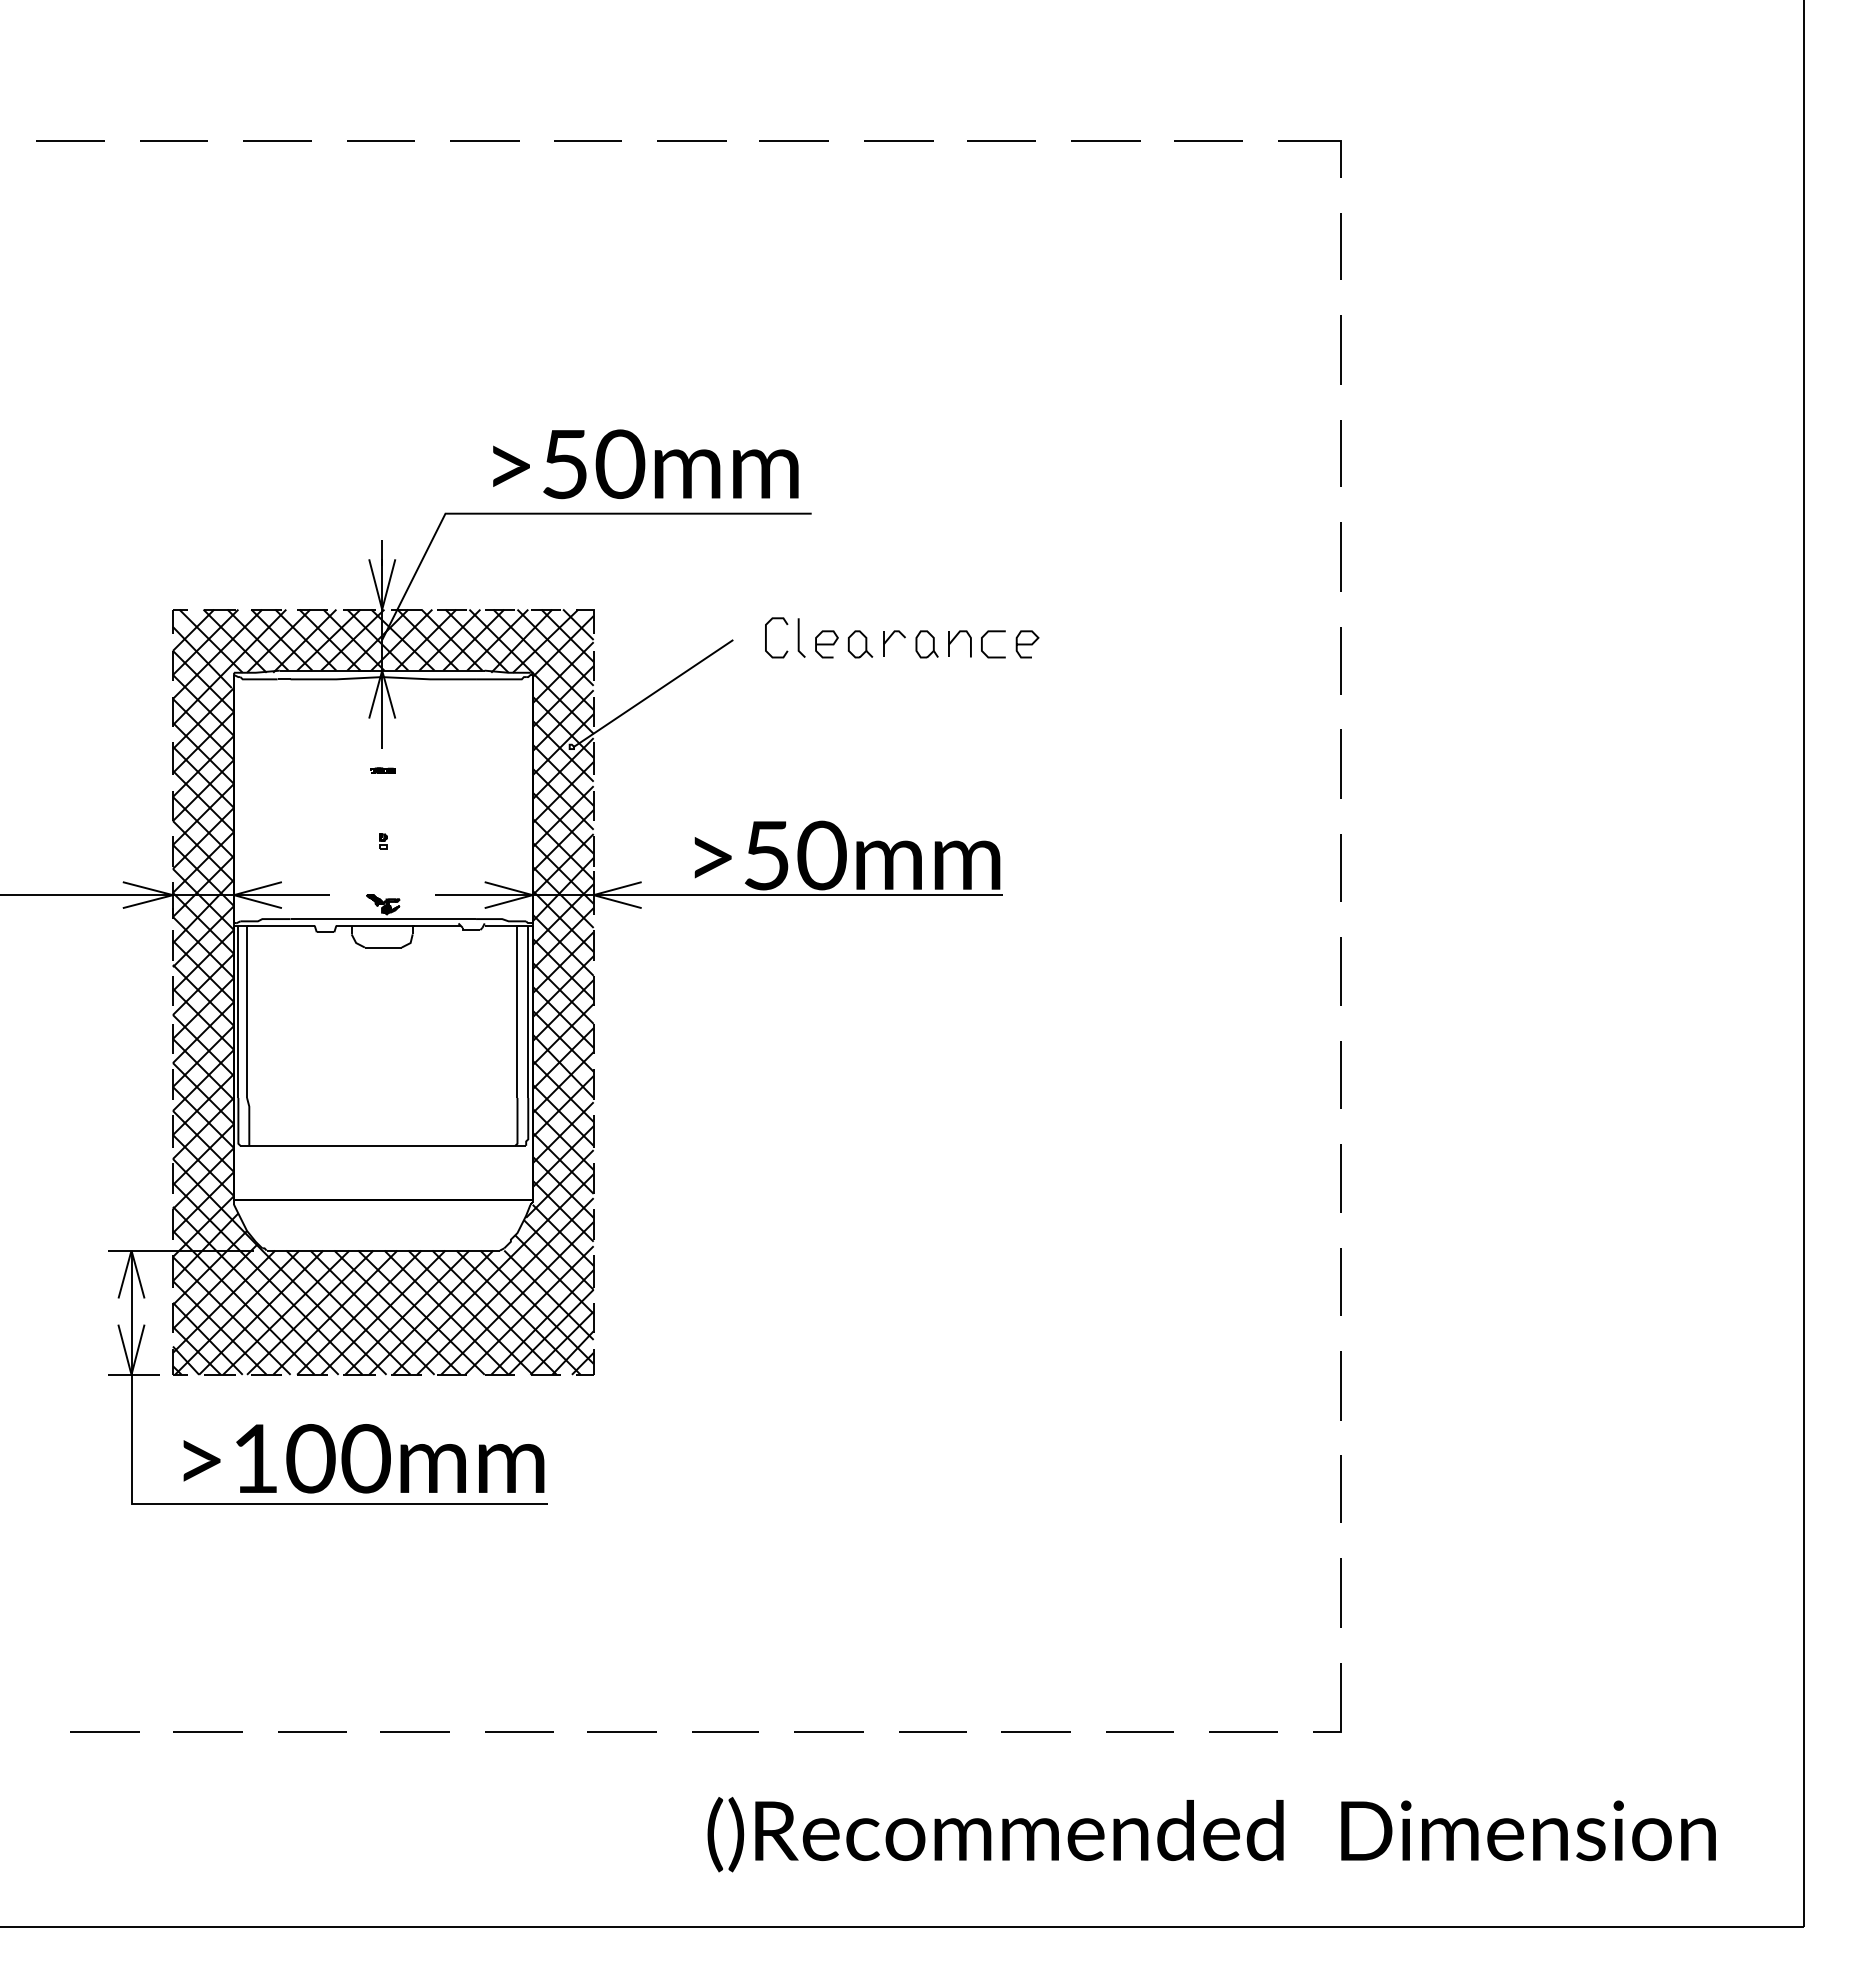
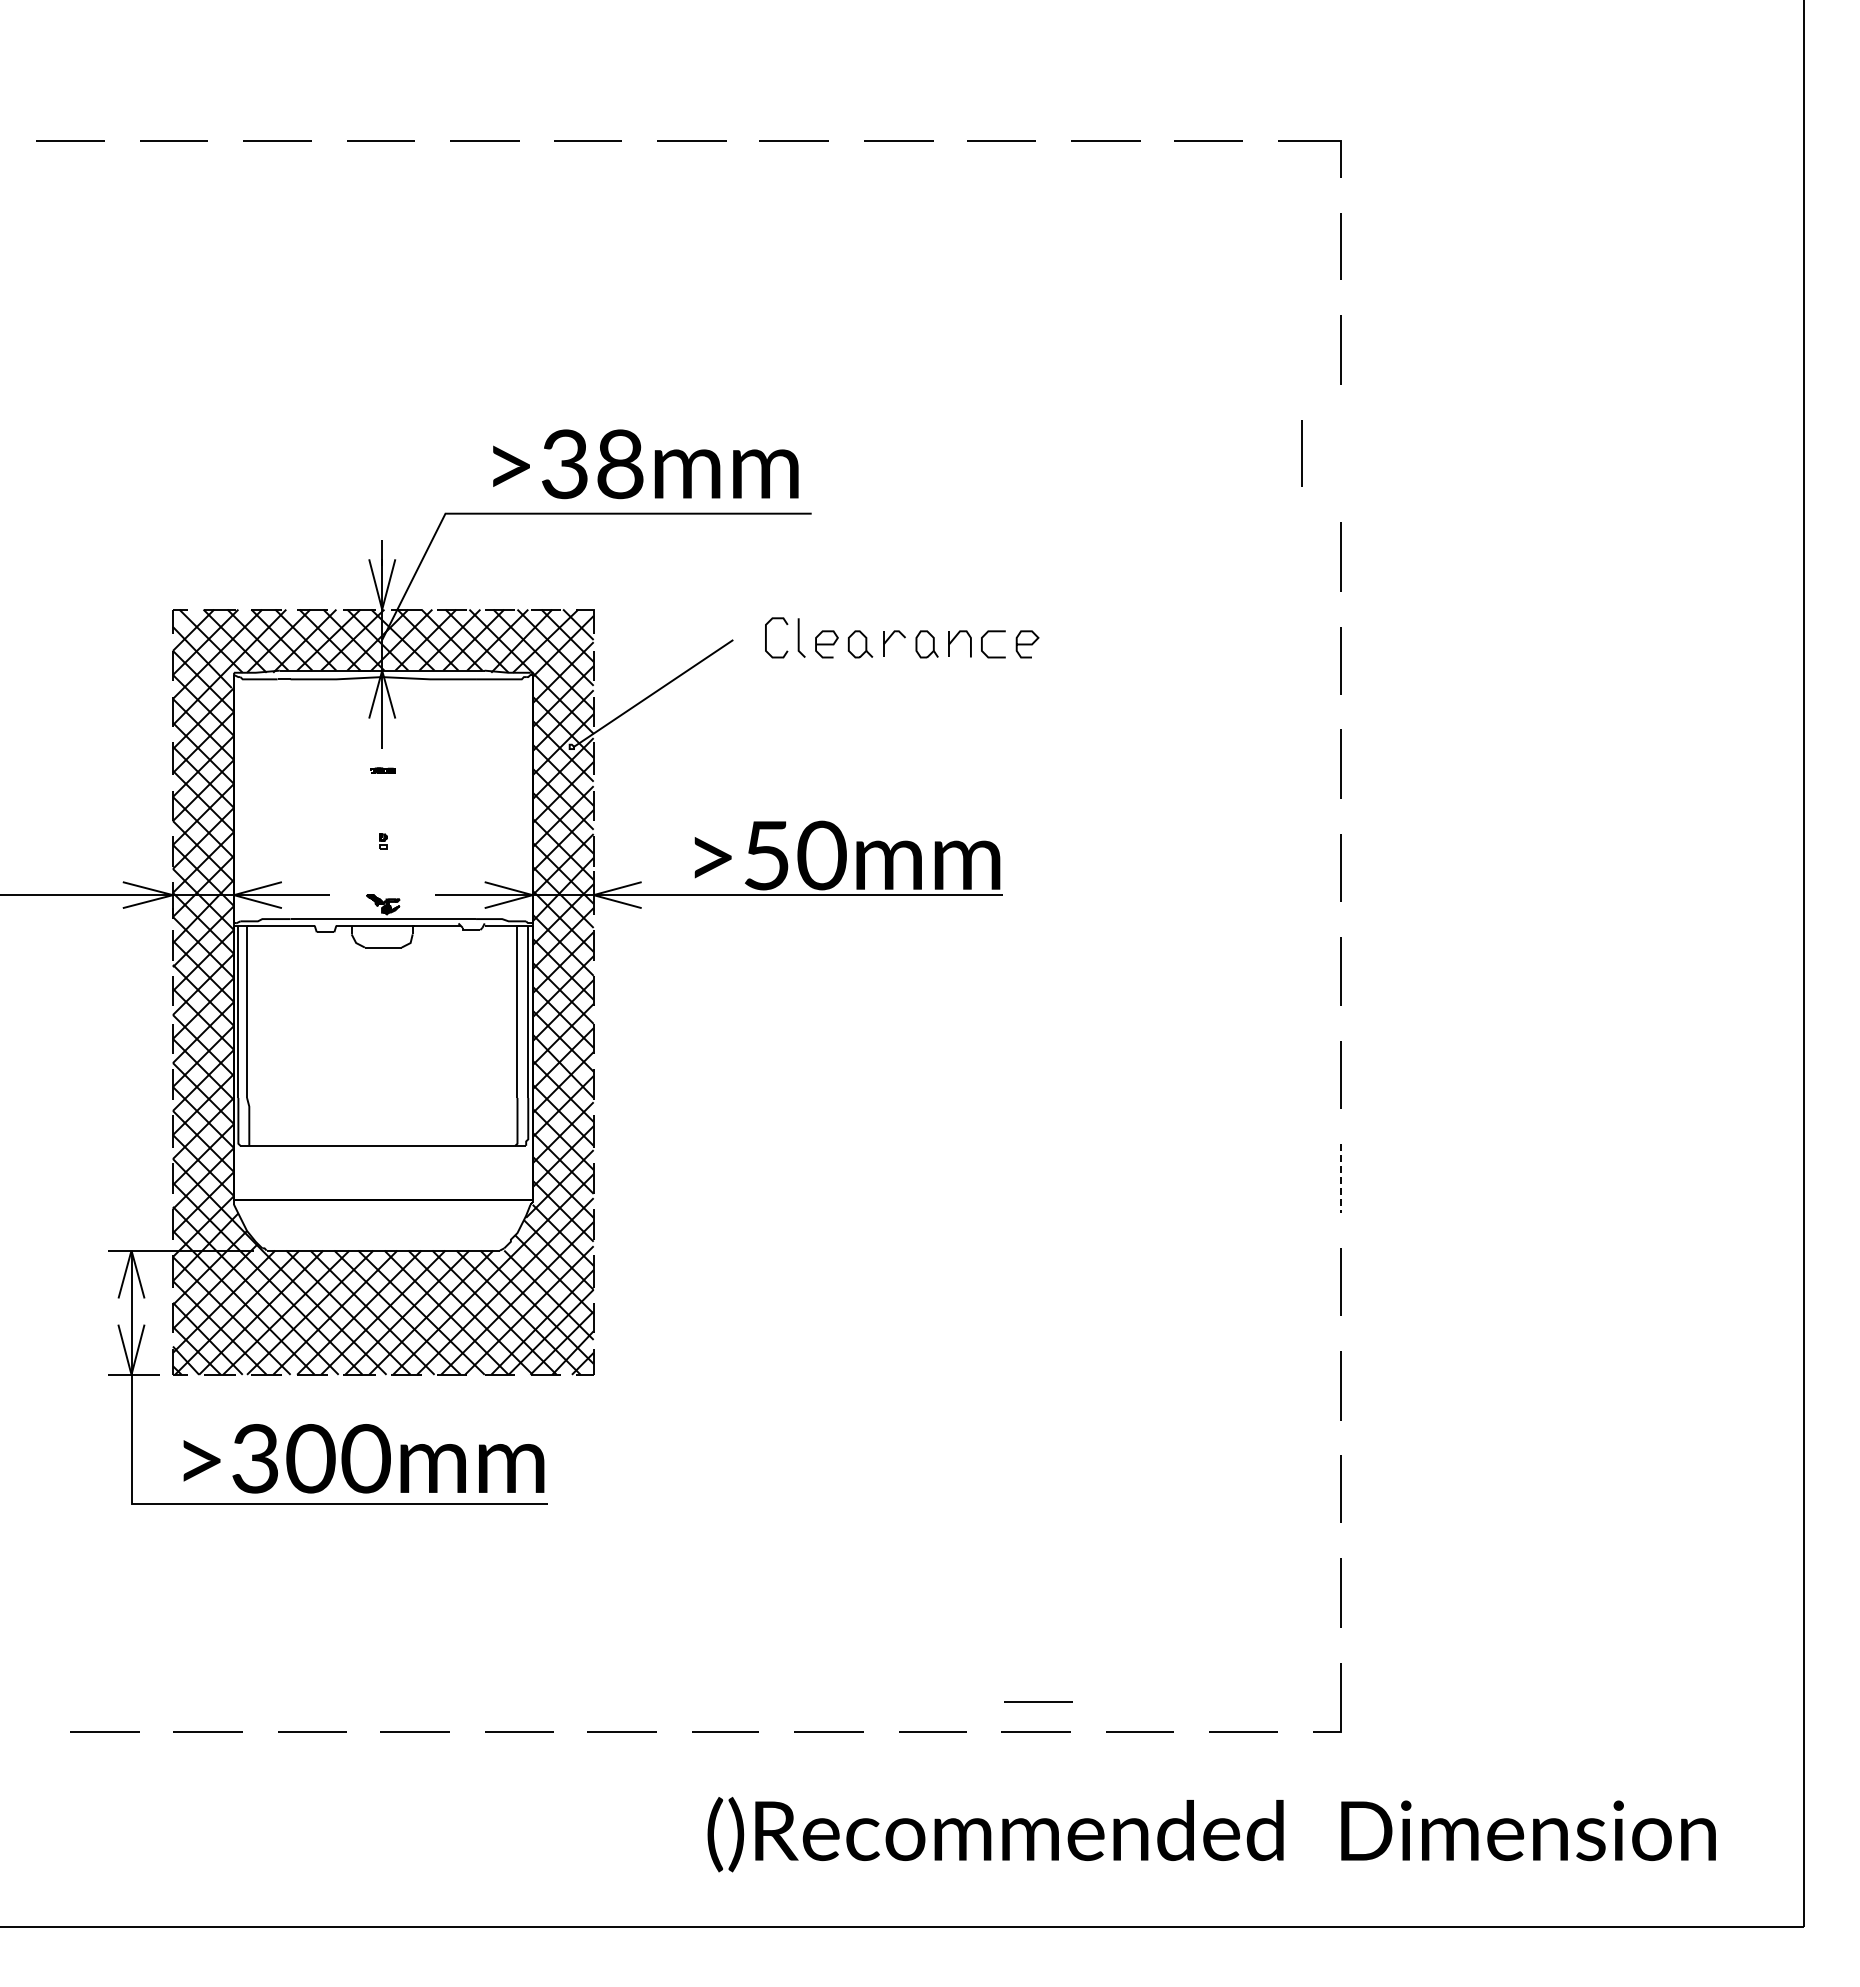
line at (1340, 453) position: (1340, 453) -> (1301, 453)
text at (593, 464): >50mm -> >38mm
line at (1341, 1178): solid -> dashed
text at (254, 1458): >100mm -> >300mm
line at (1038, 1701): none -> present
